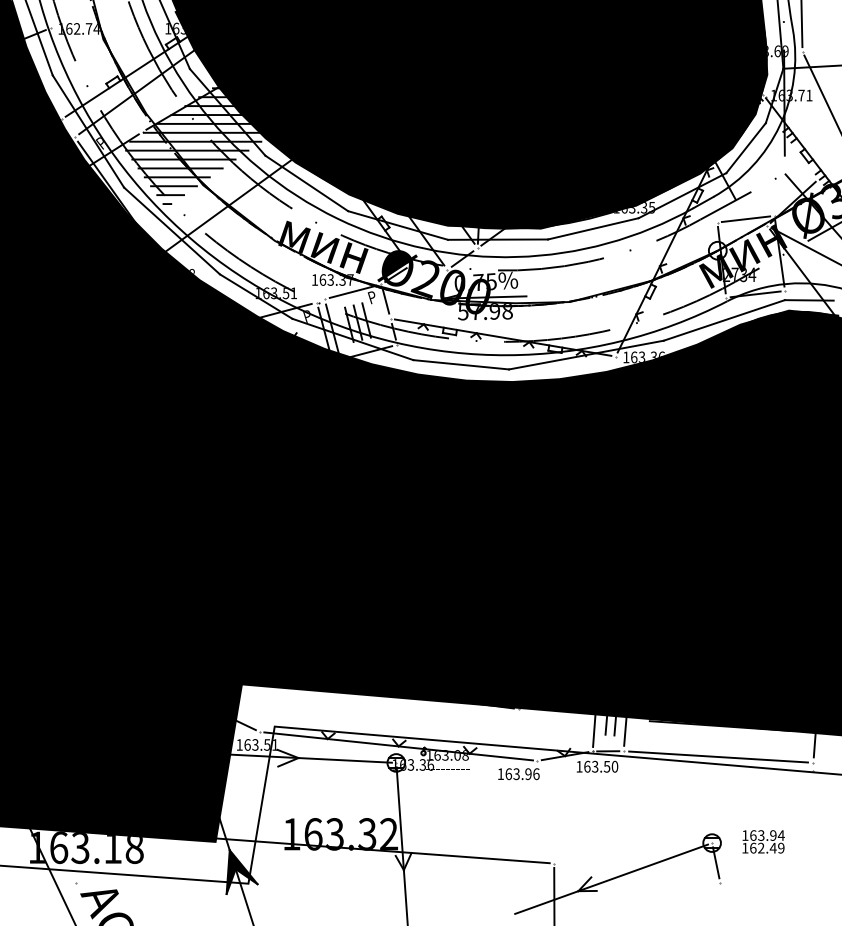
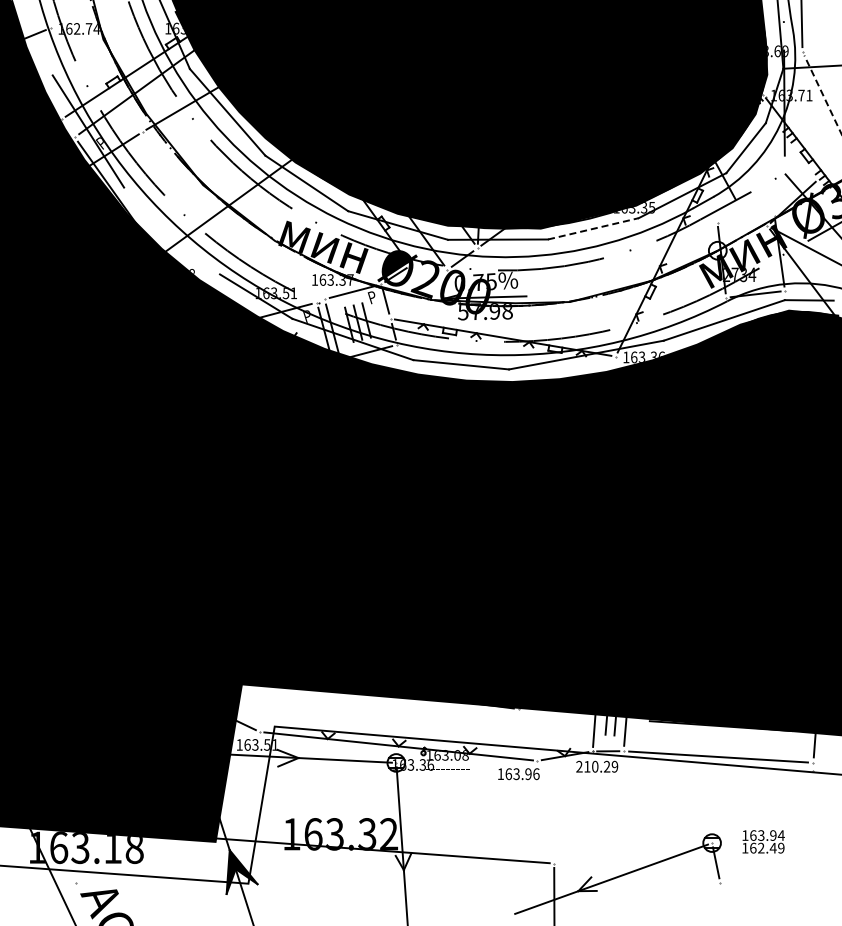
line at (39, 38): present -> none
line at (822, 94): solid -> dashed
hatch at (194, 146): present -> none
line at (745, 219): present -> none
line at (593, 228): solid -> dashed
line at (172, 230): present -> none
text at (597, 766): 163.50 -> 210.29
